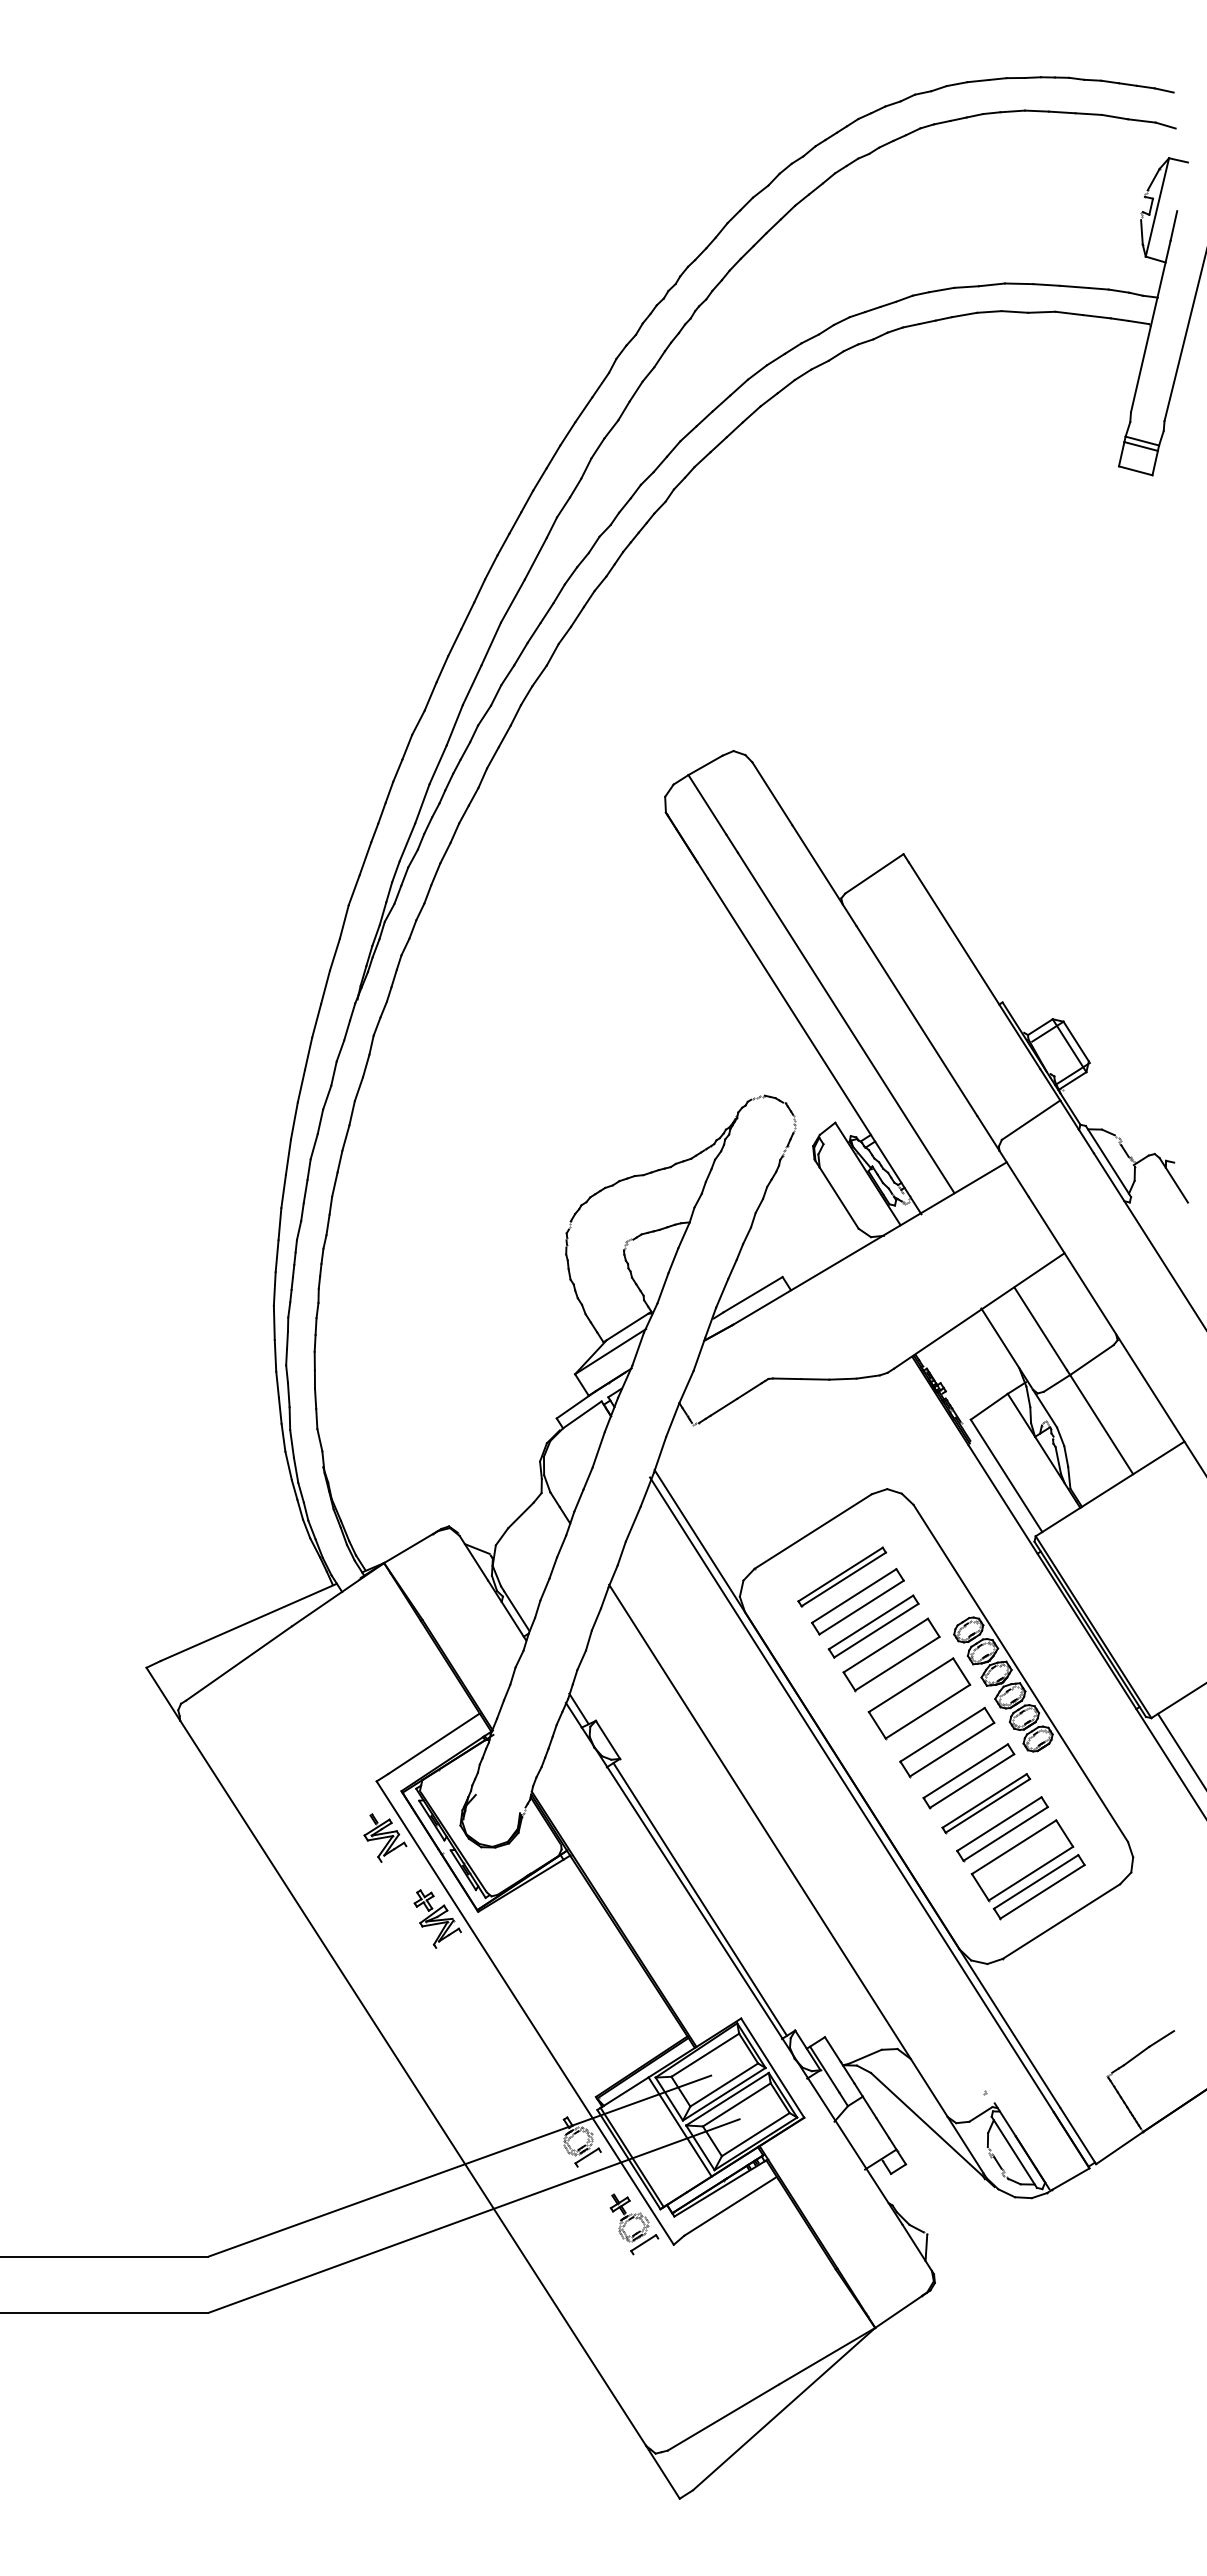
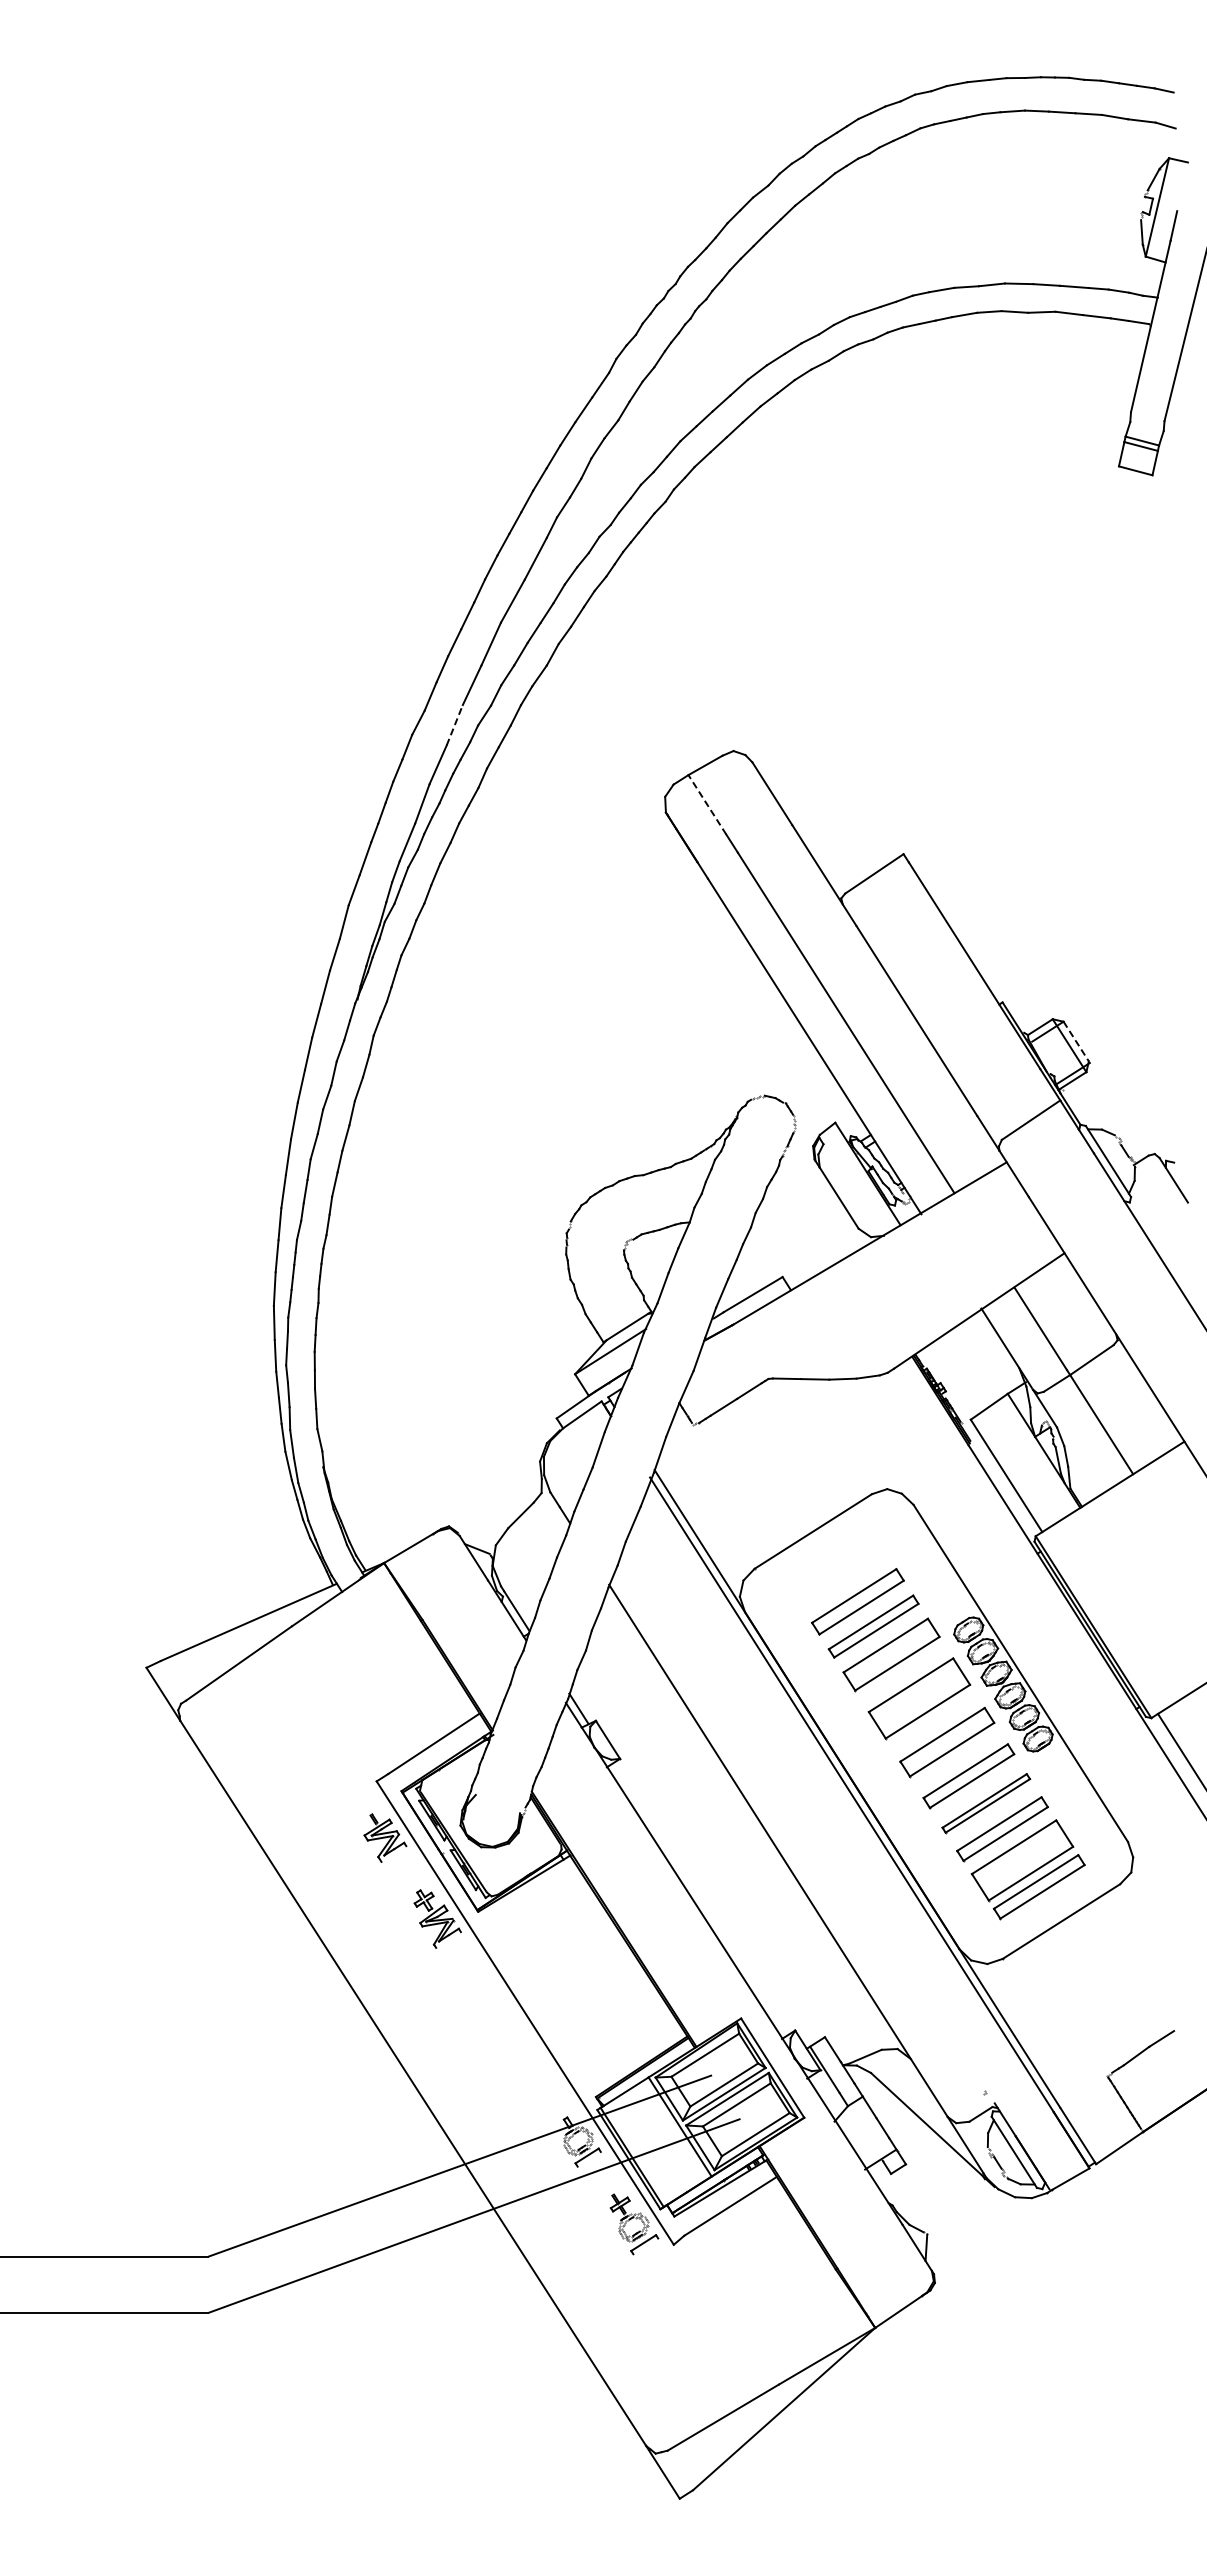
line at (454, 725): solid -> dashed
line at (707, 804): solid -> dashed
line at (1076, 1041): solid -> dashed
part at (842, 1576): present -> none
line at (699, 1899): present -> none
